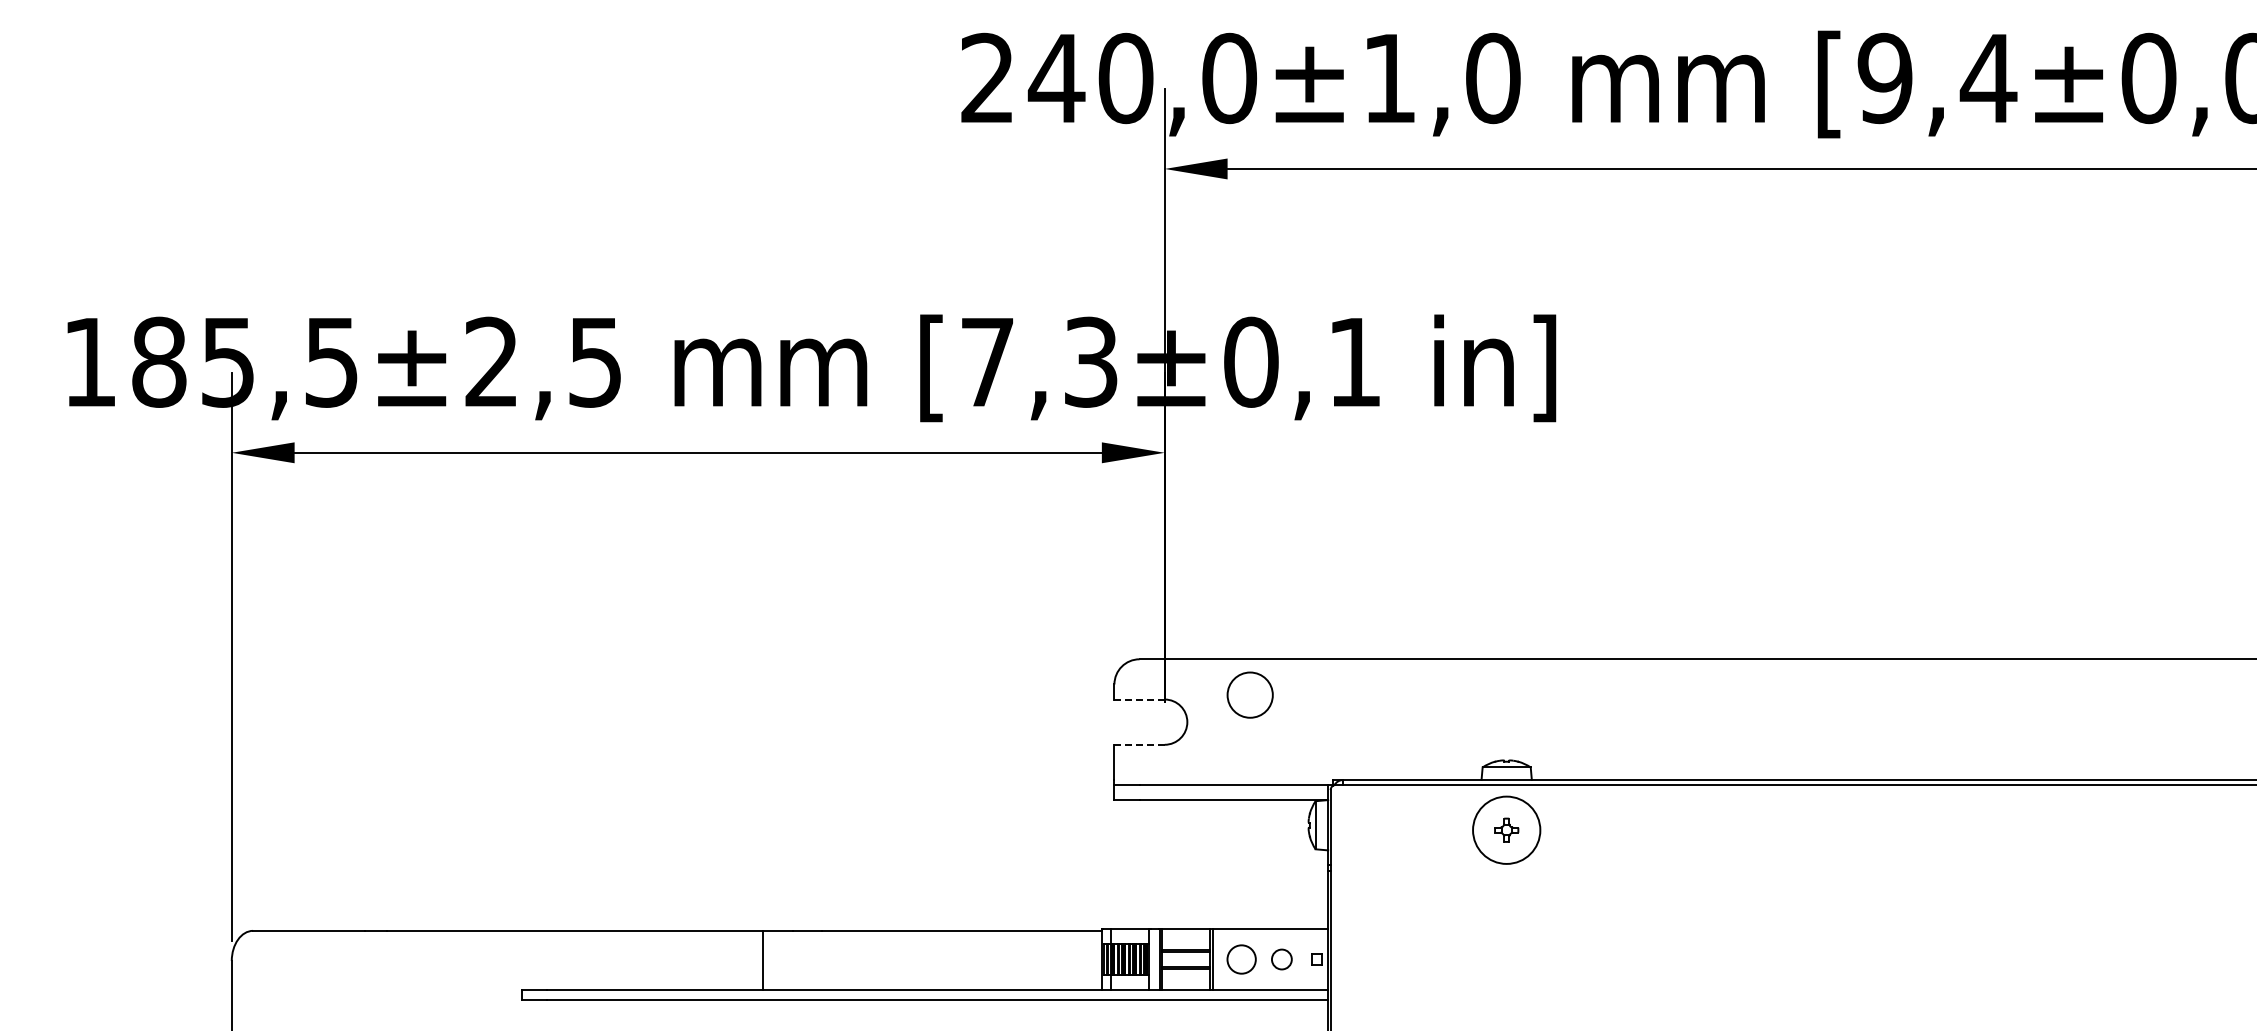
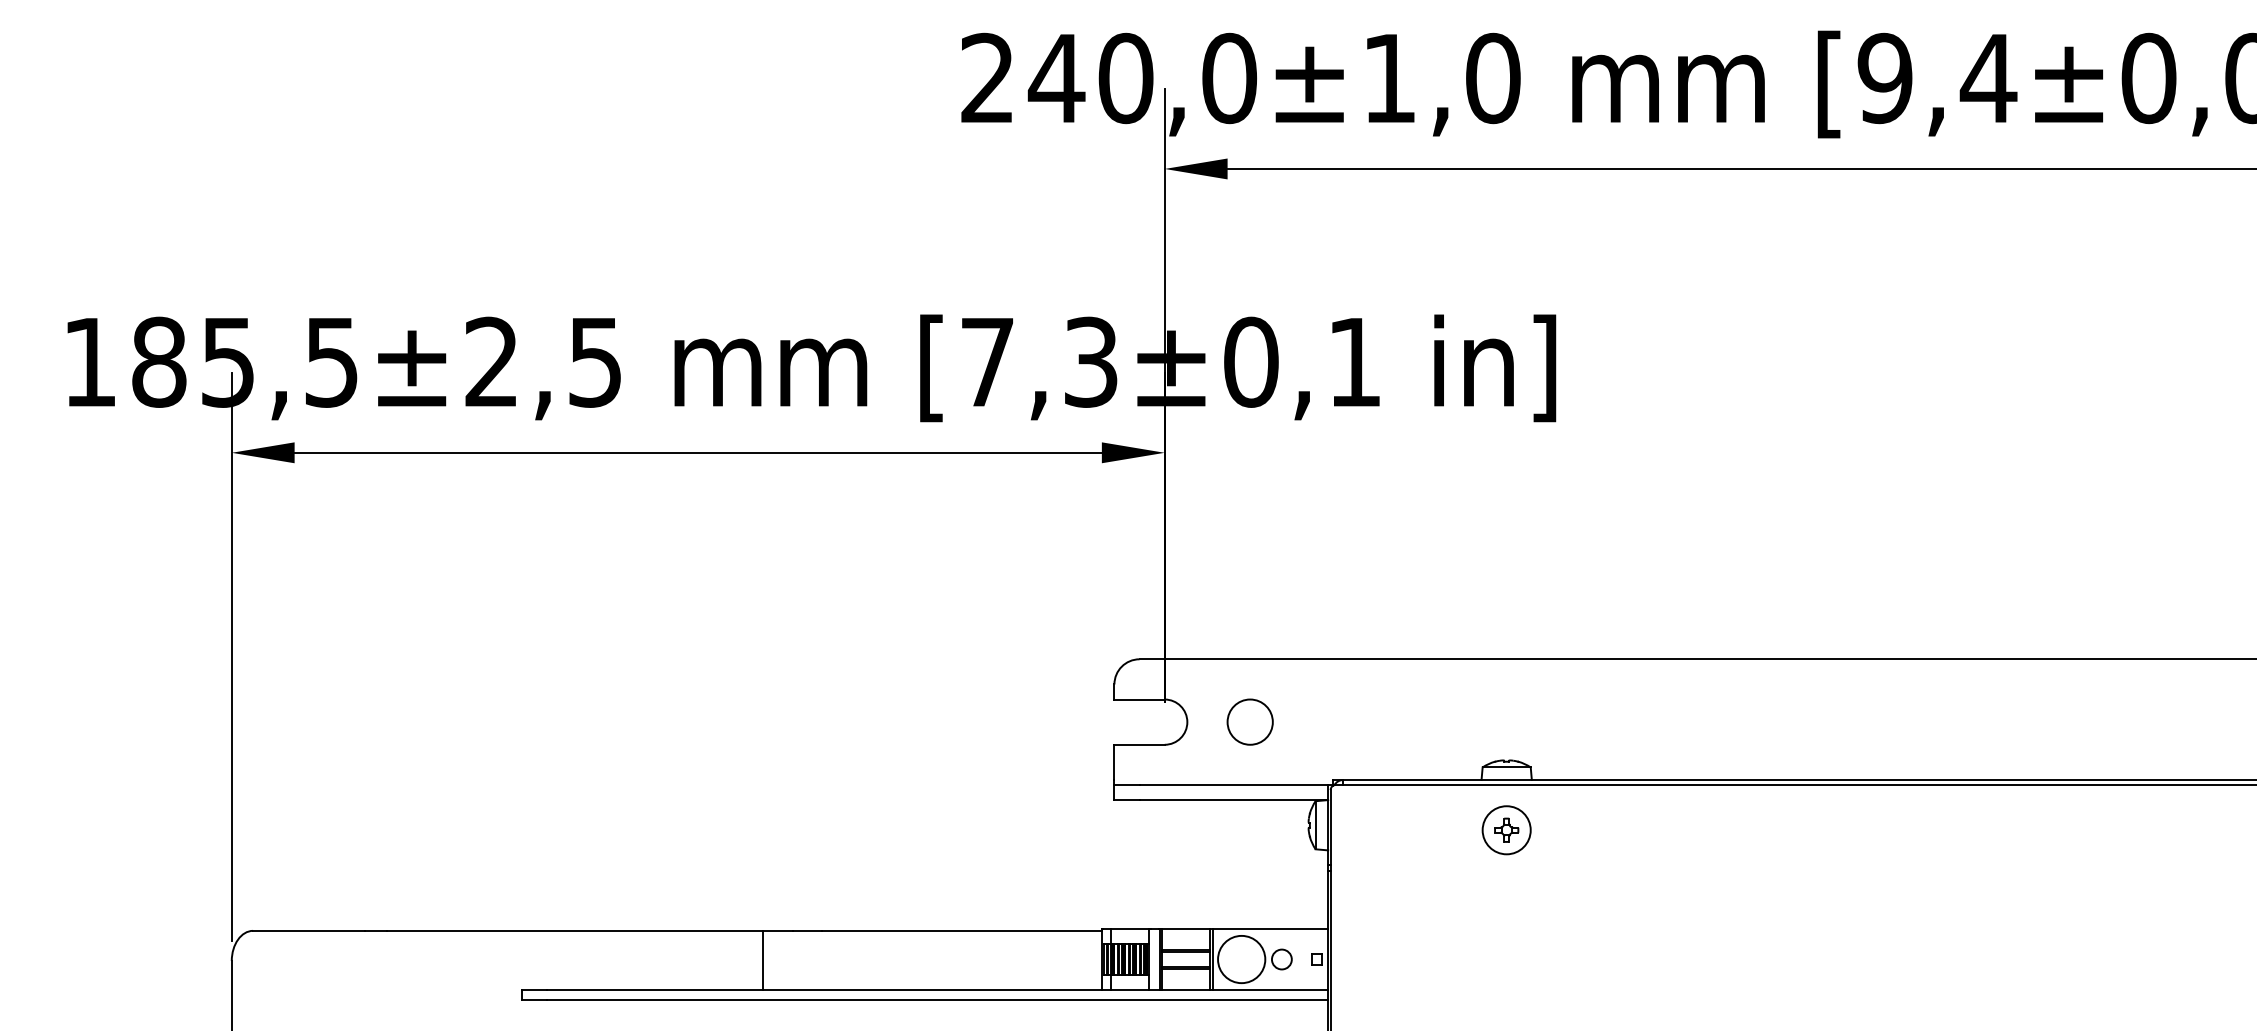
circle at (1249, 694) position: (1249, 694) -> (1249, 721)
line at (1140, 699): dashed -> solid
line at (1139, 744): dashed -> solid
circle at (1506, 829) diameter: 67 px -> 48 px
circle at (1241, 959) diameter: 28 px -> 47 px
